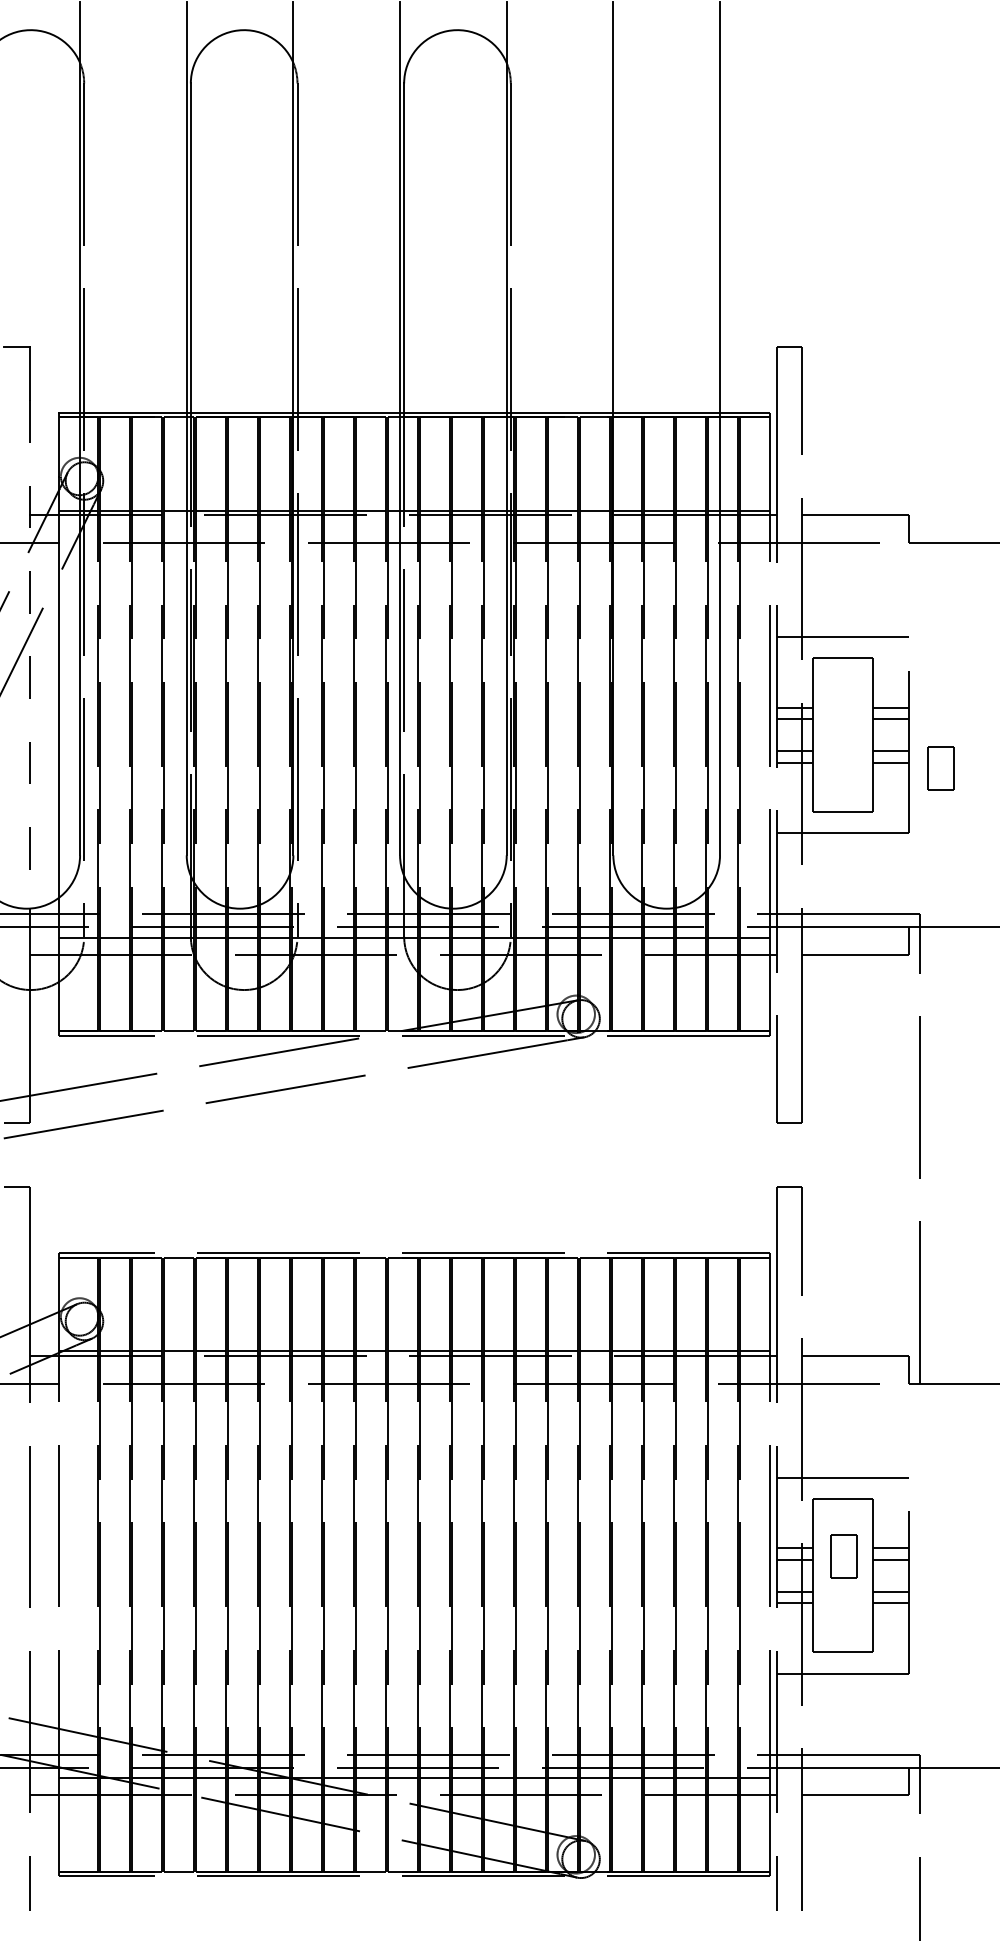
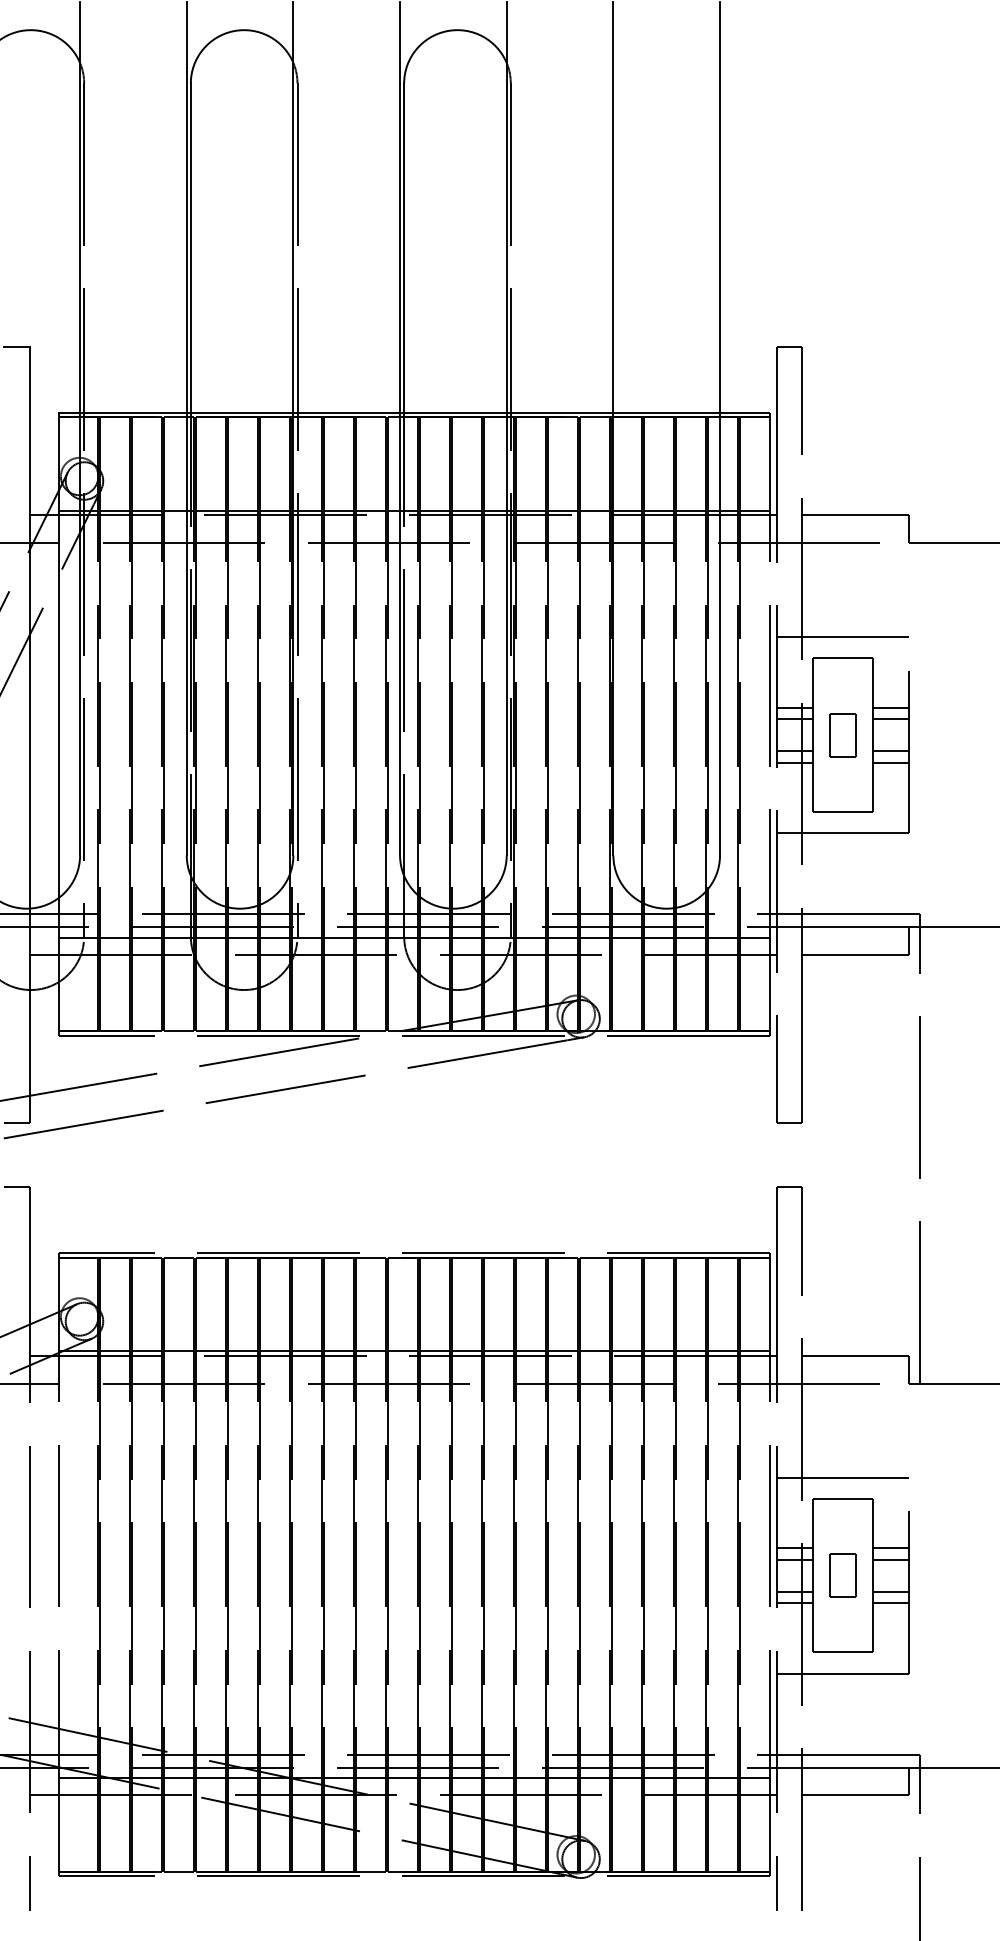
line at (30, 654): dashed -> solid
part at (940, 768) position: (940, 768) -> (842, 735)
part at (843, 1556) position: (843, 1556) -> (842, 1575)
